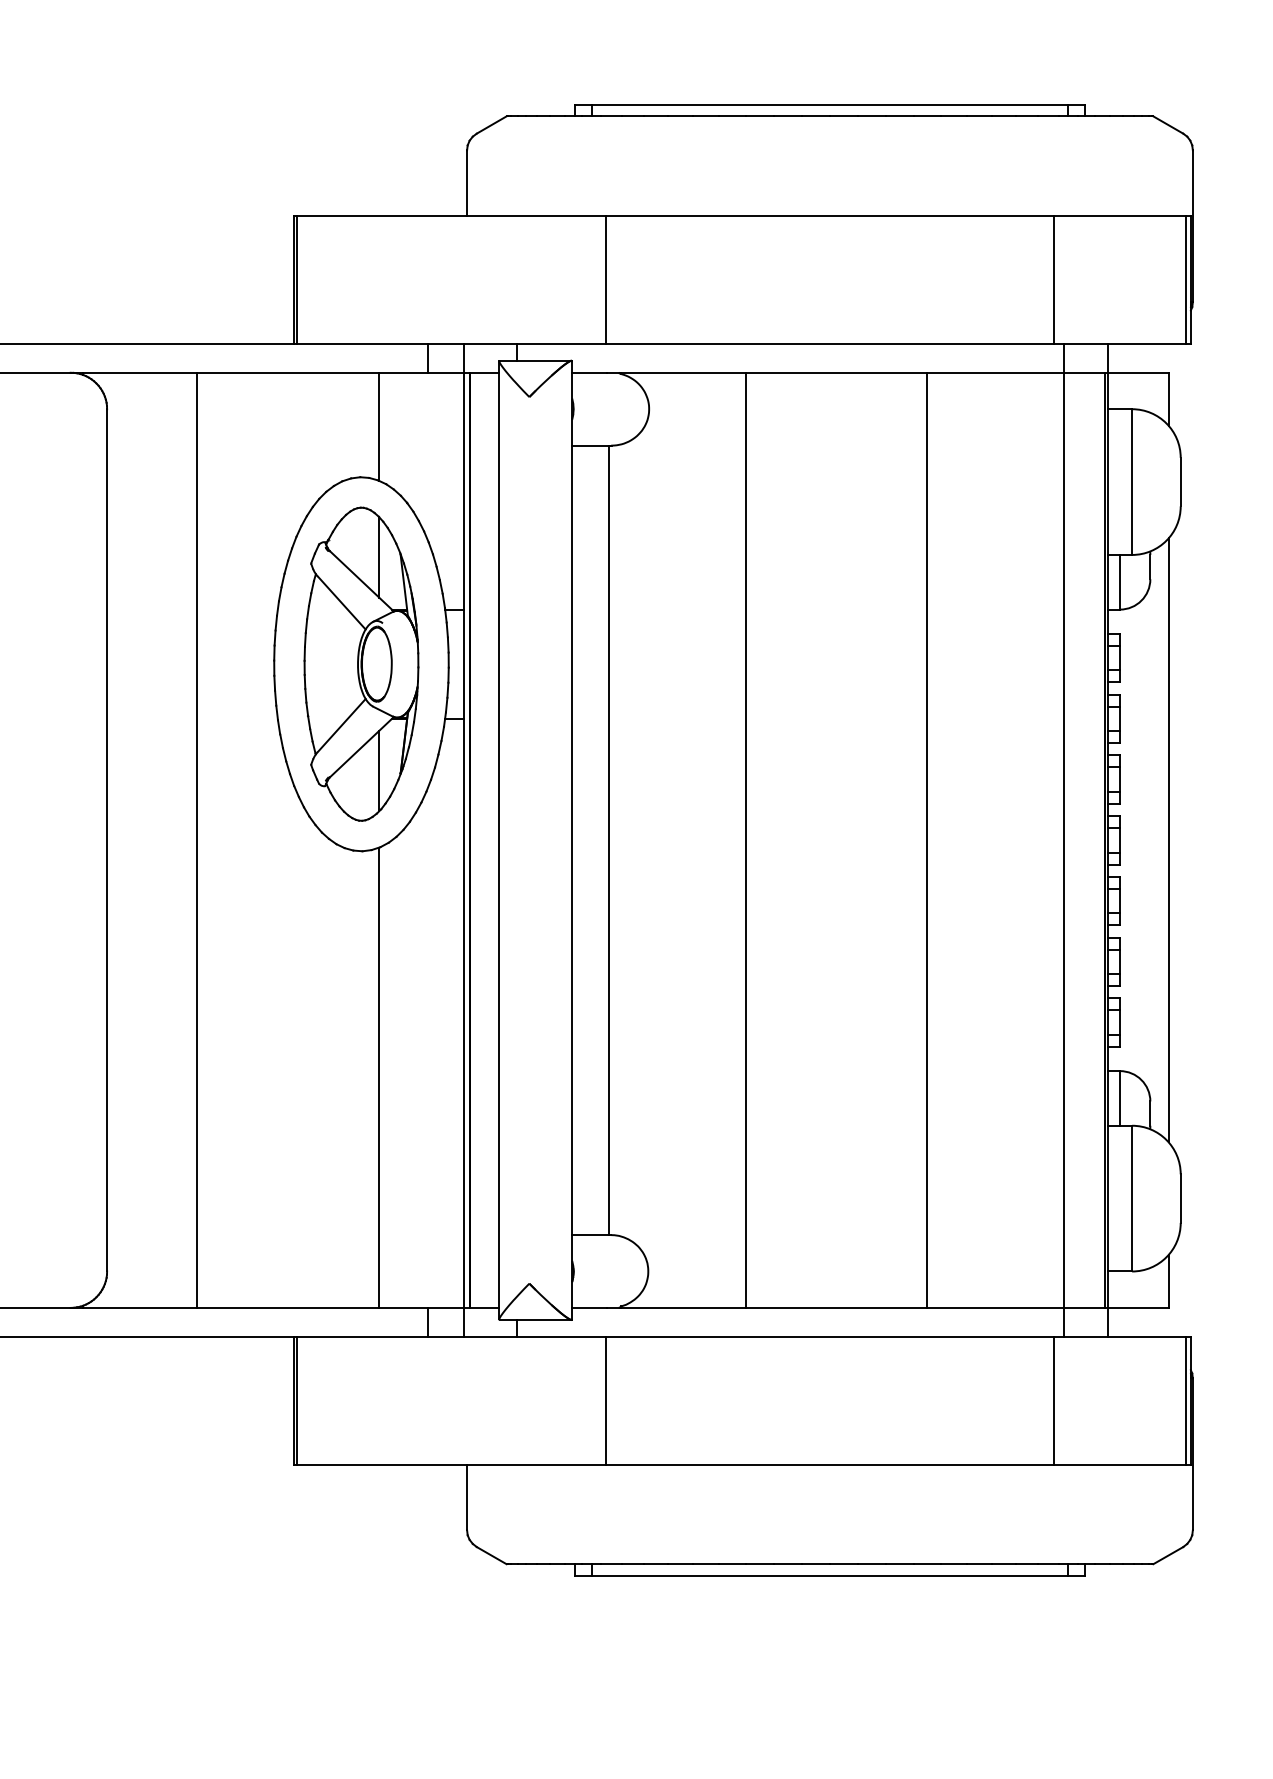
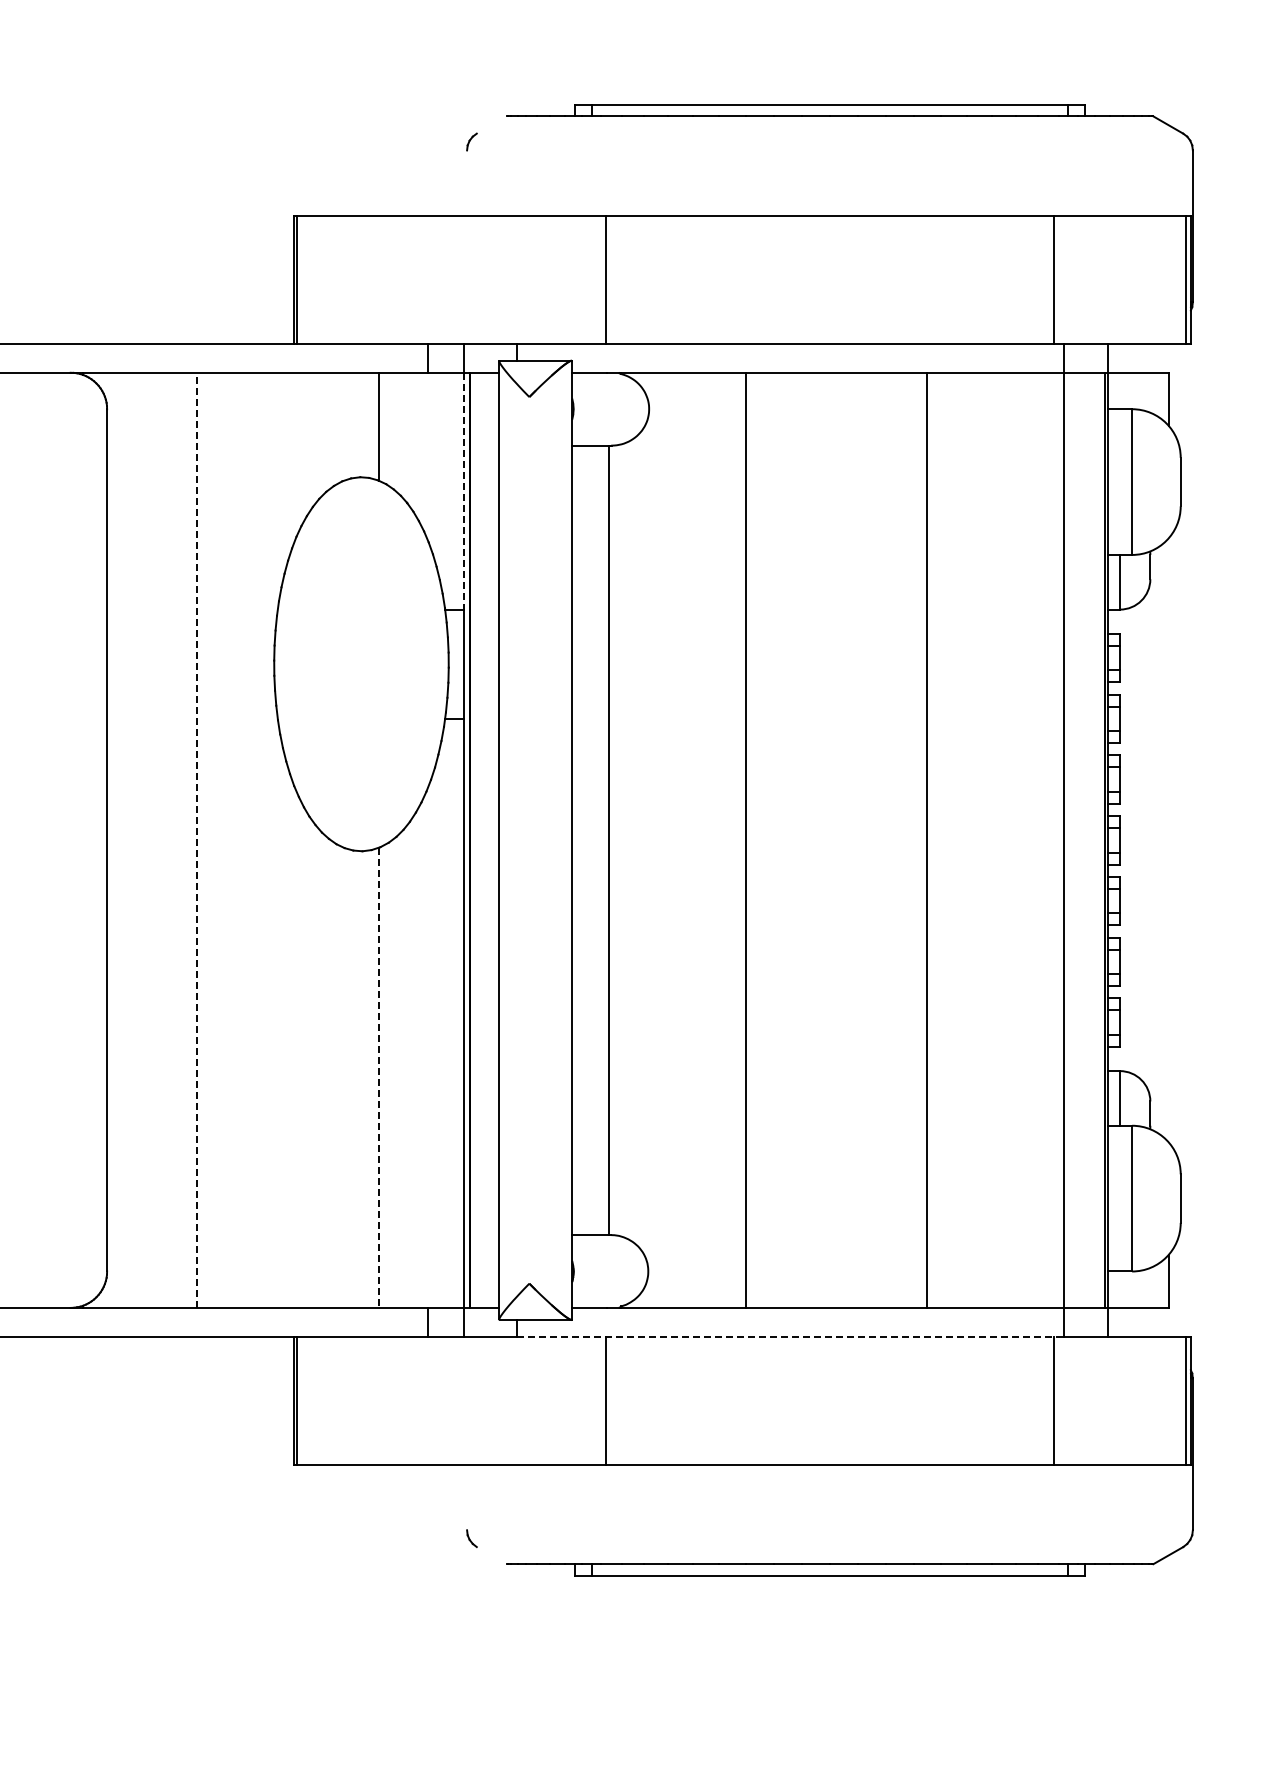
line at (491, 124): present -> none
line at (467, 183): present -> none
line at (464, 491): solid -> dashed
part at (361, 663): present -> none
line at (196, 840): solid -> dashed
line at (1168, 840): present -> none
line at (379, 1078): solid -> dashed
line at (791, 1337): solid -> dashed
line at (467, 1497): present -> none
line at (491, 1555): present -> none
